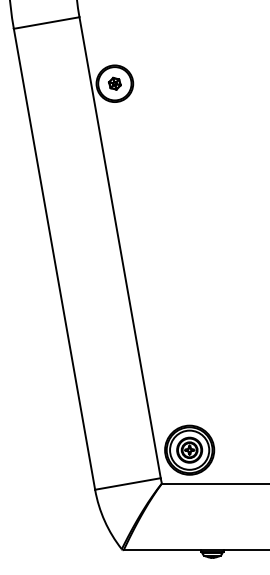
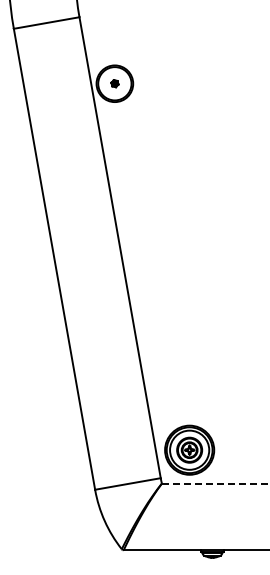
part at (114, 83) size: 14x15 px -> 10x10 px
line at (215, 483): solid -> dashed
